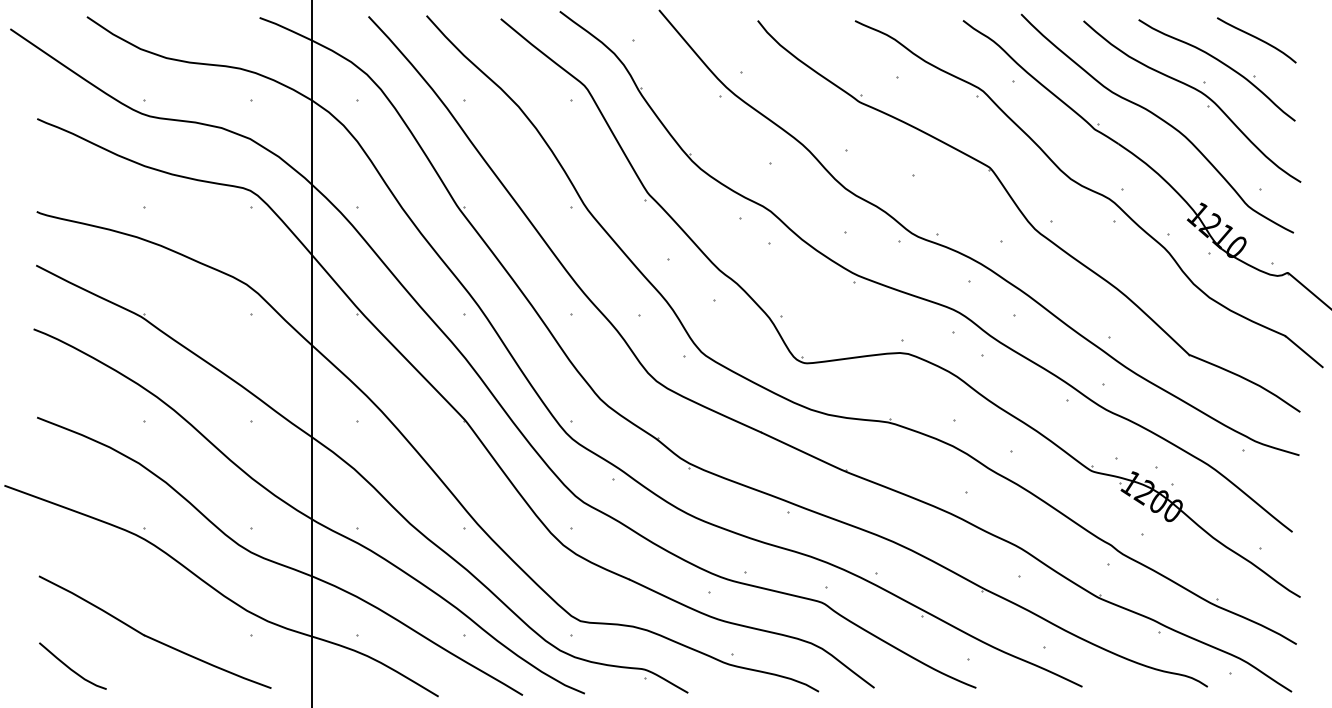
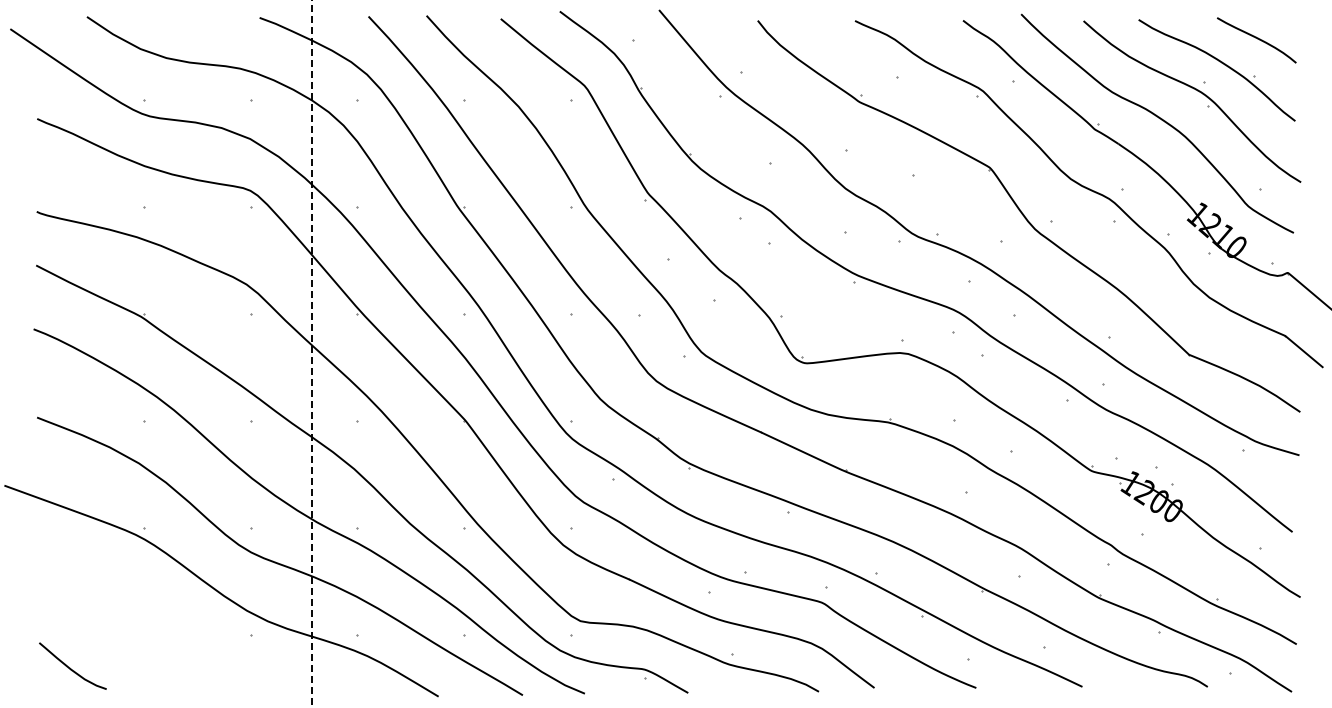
line at (312, 353): solid -> dashed
part at (151, 637): present -> none
